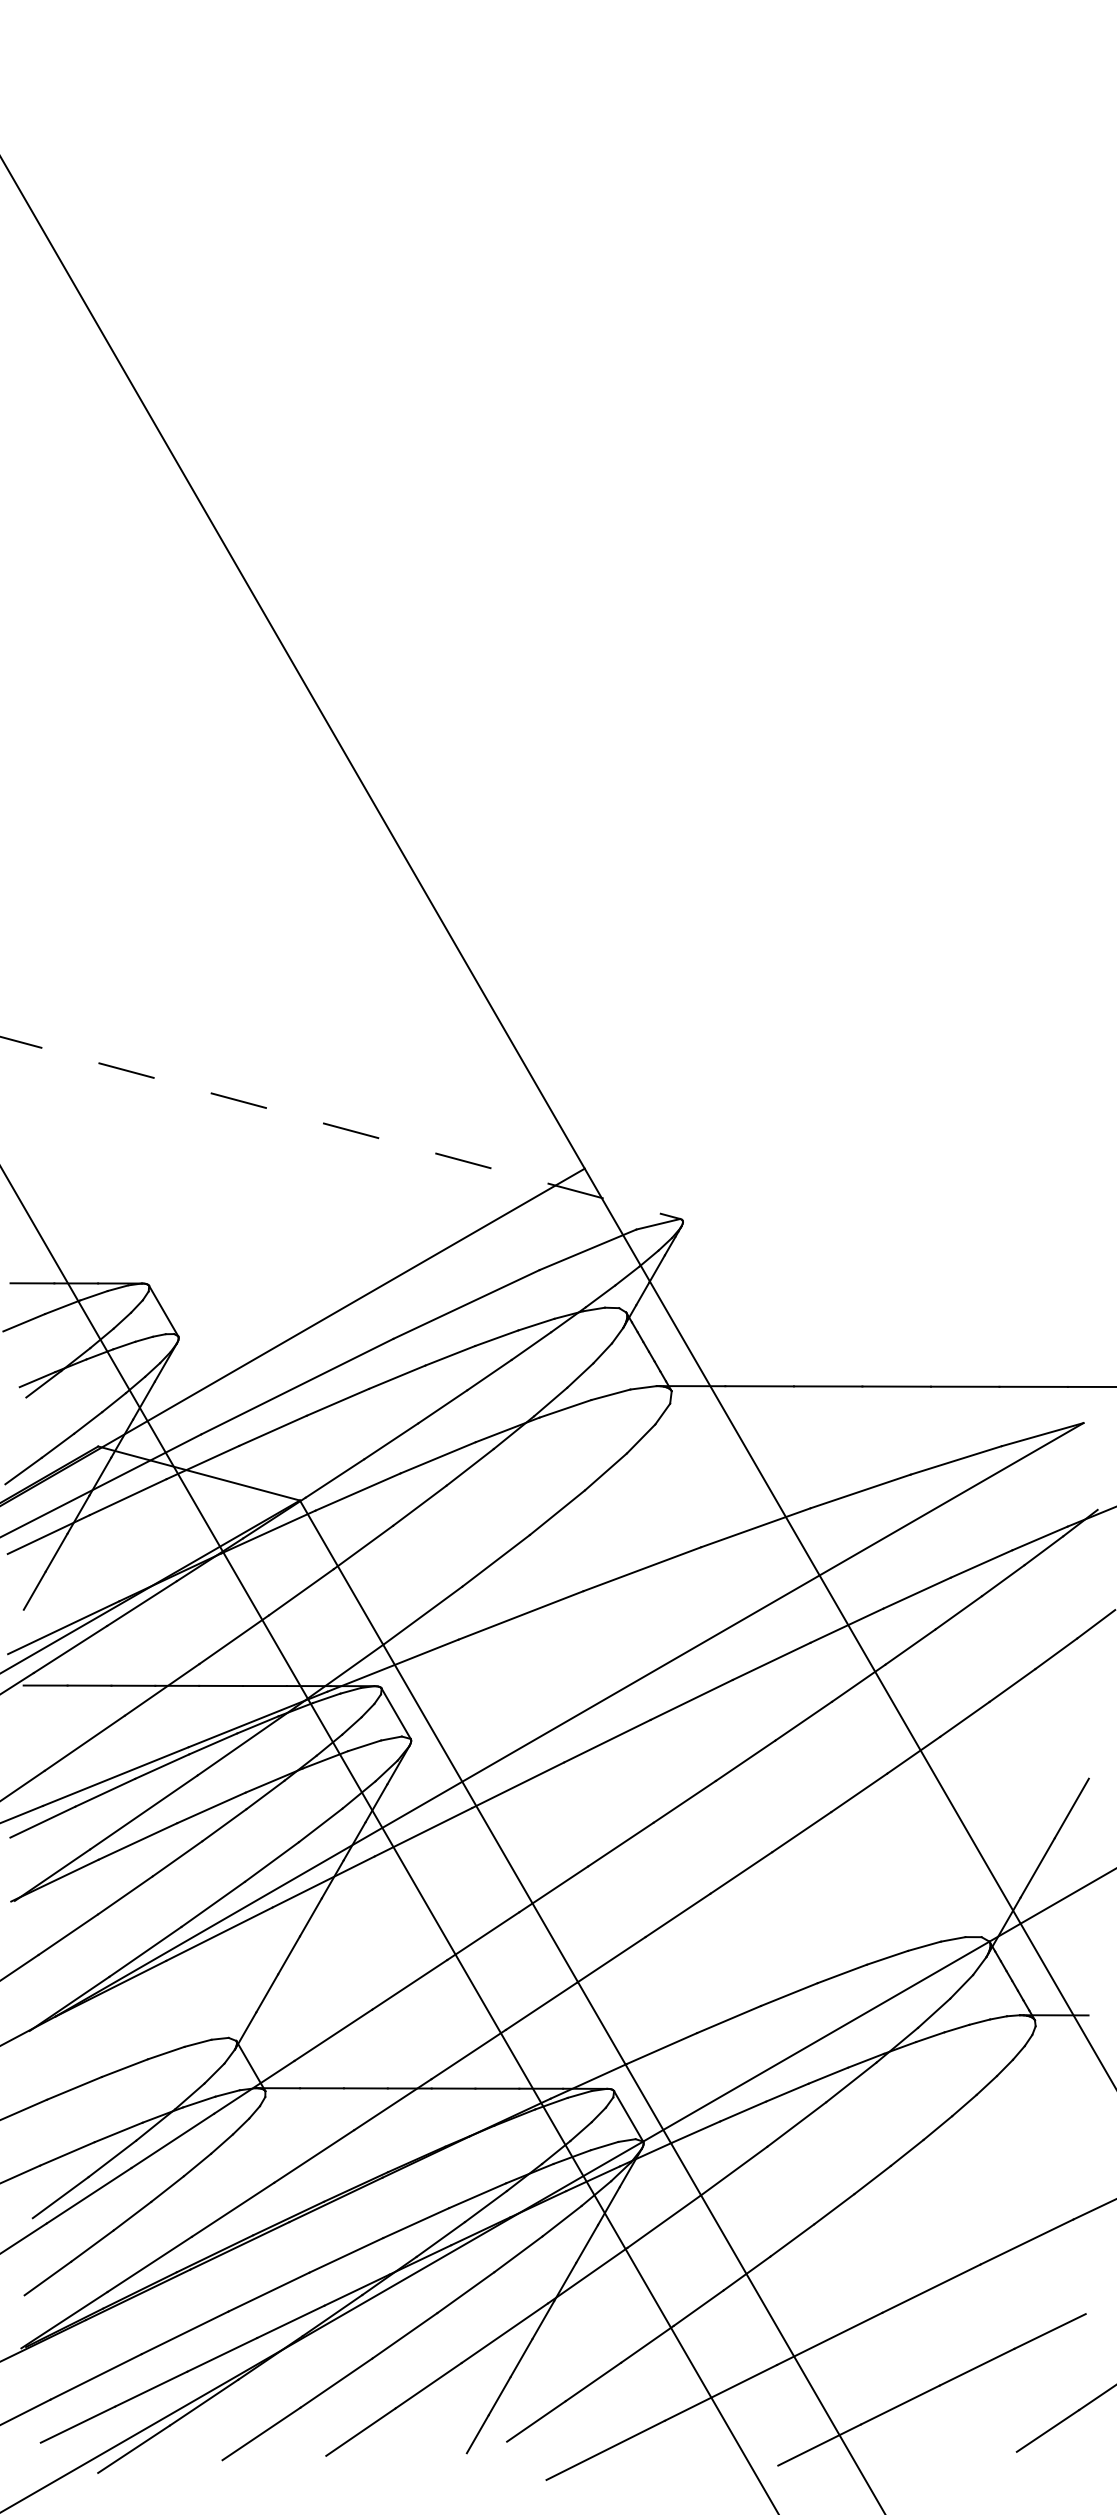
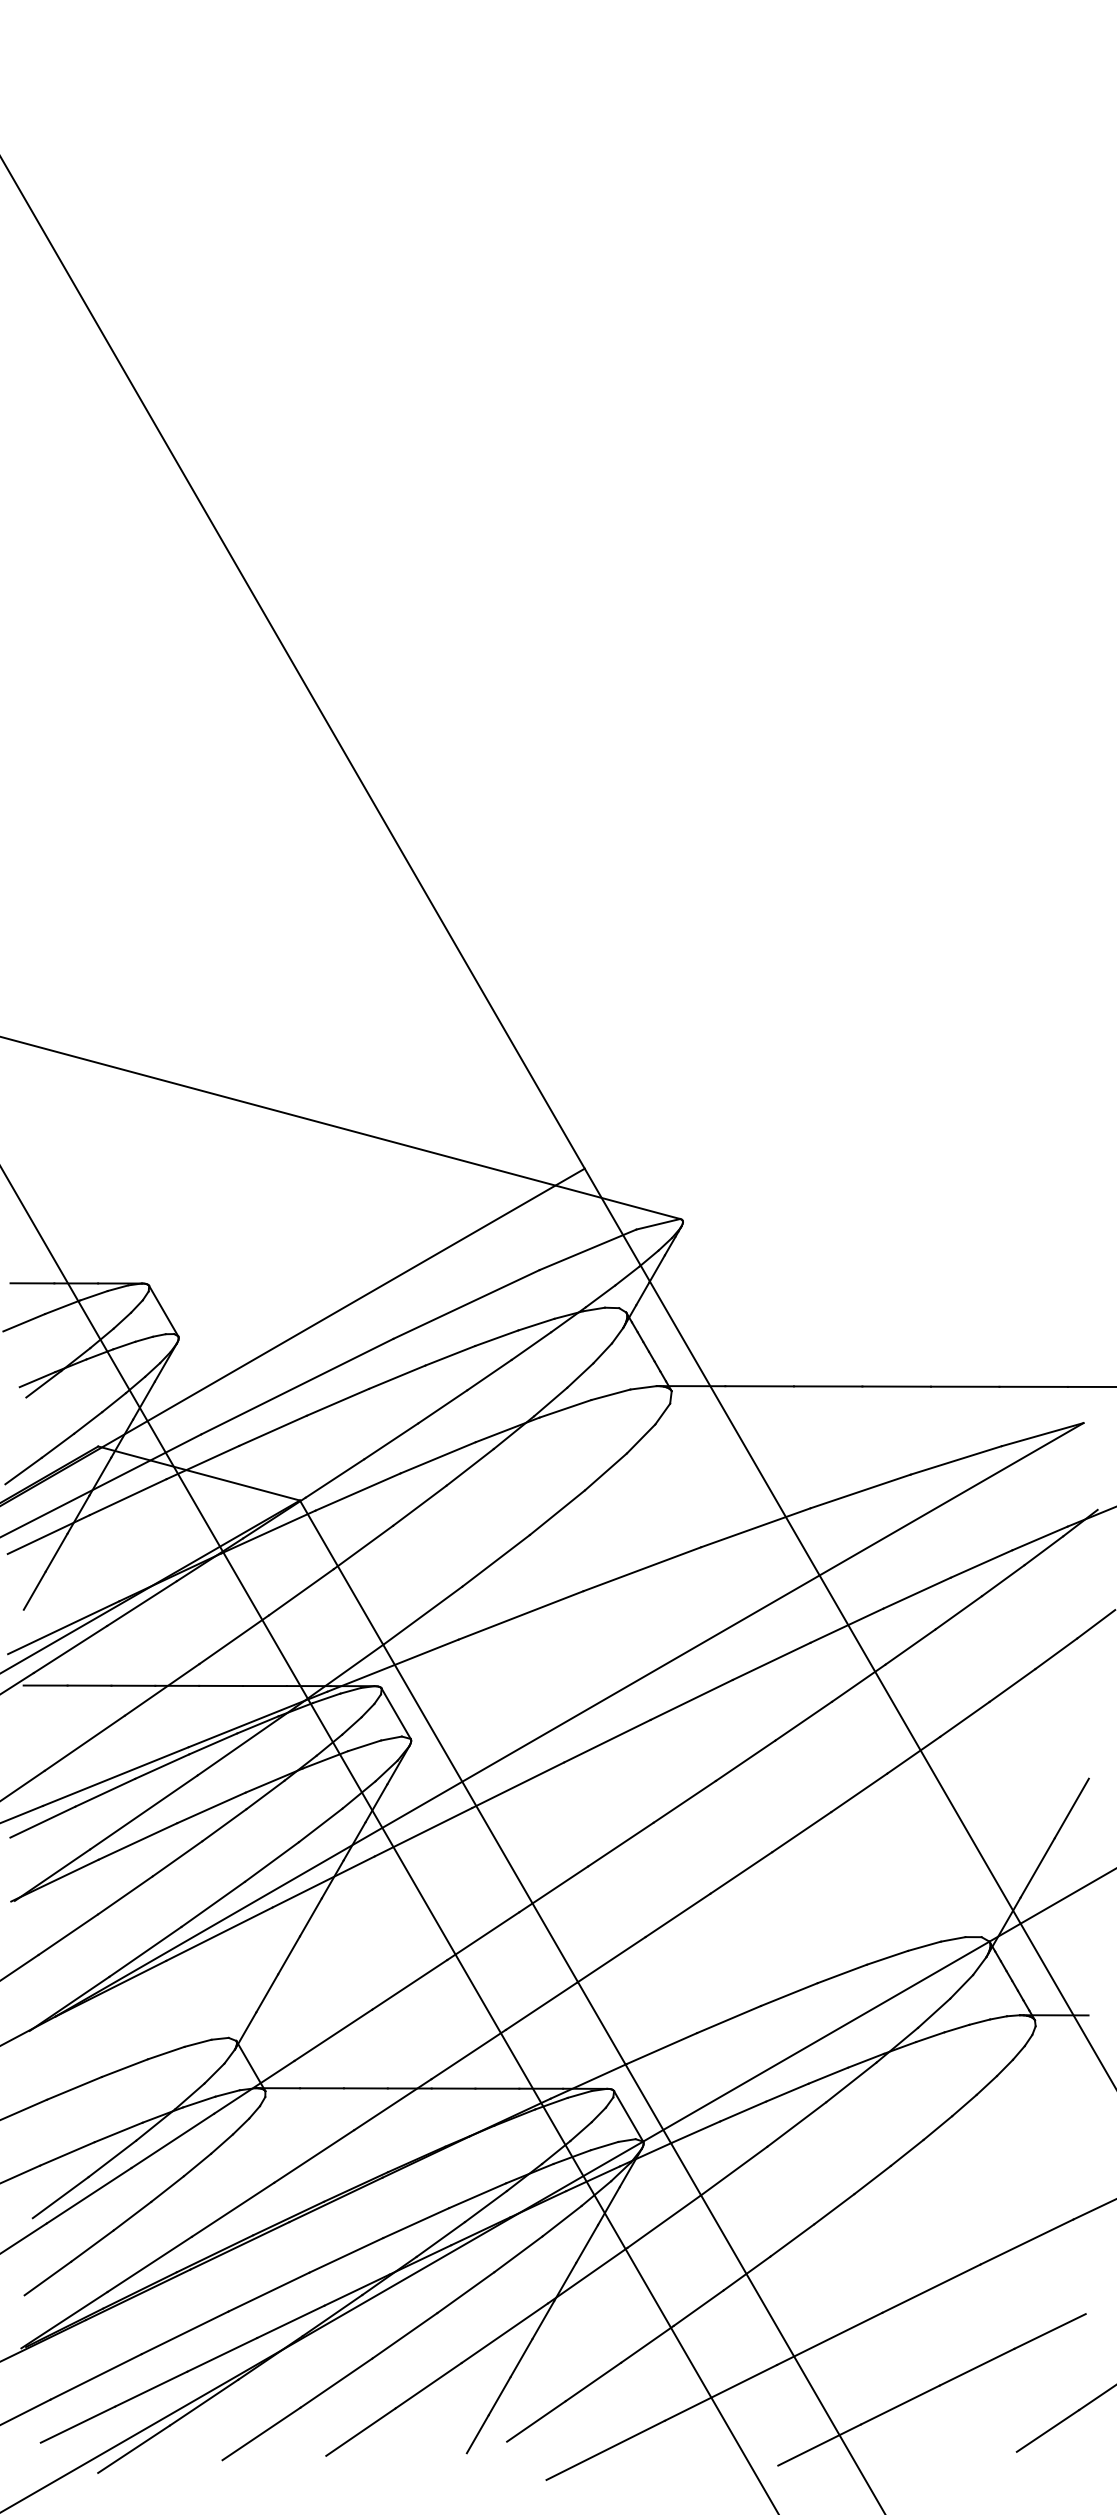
line at (340, 1127): dashed -> solid
